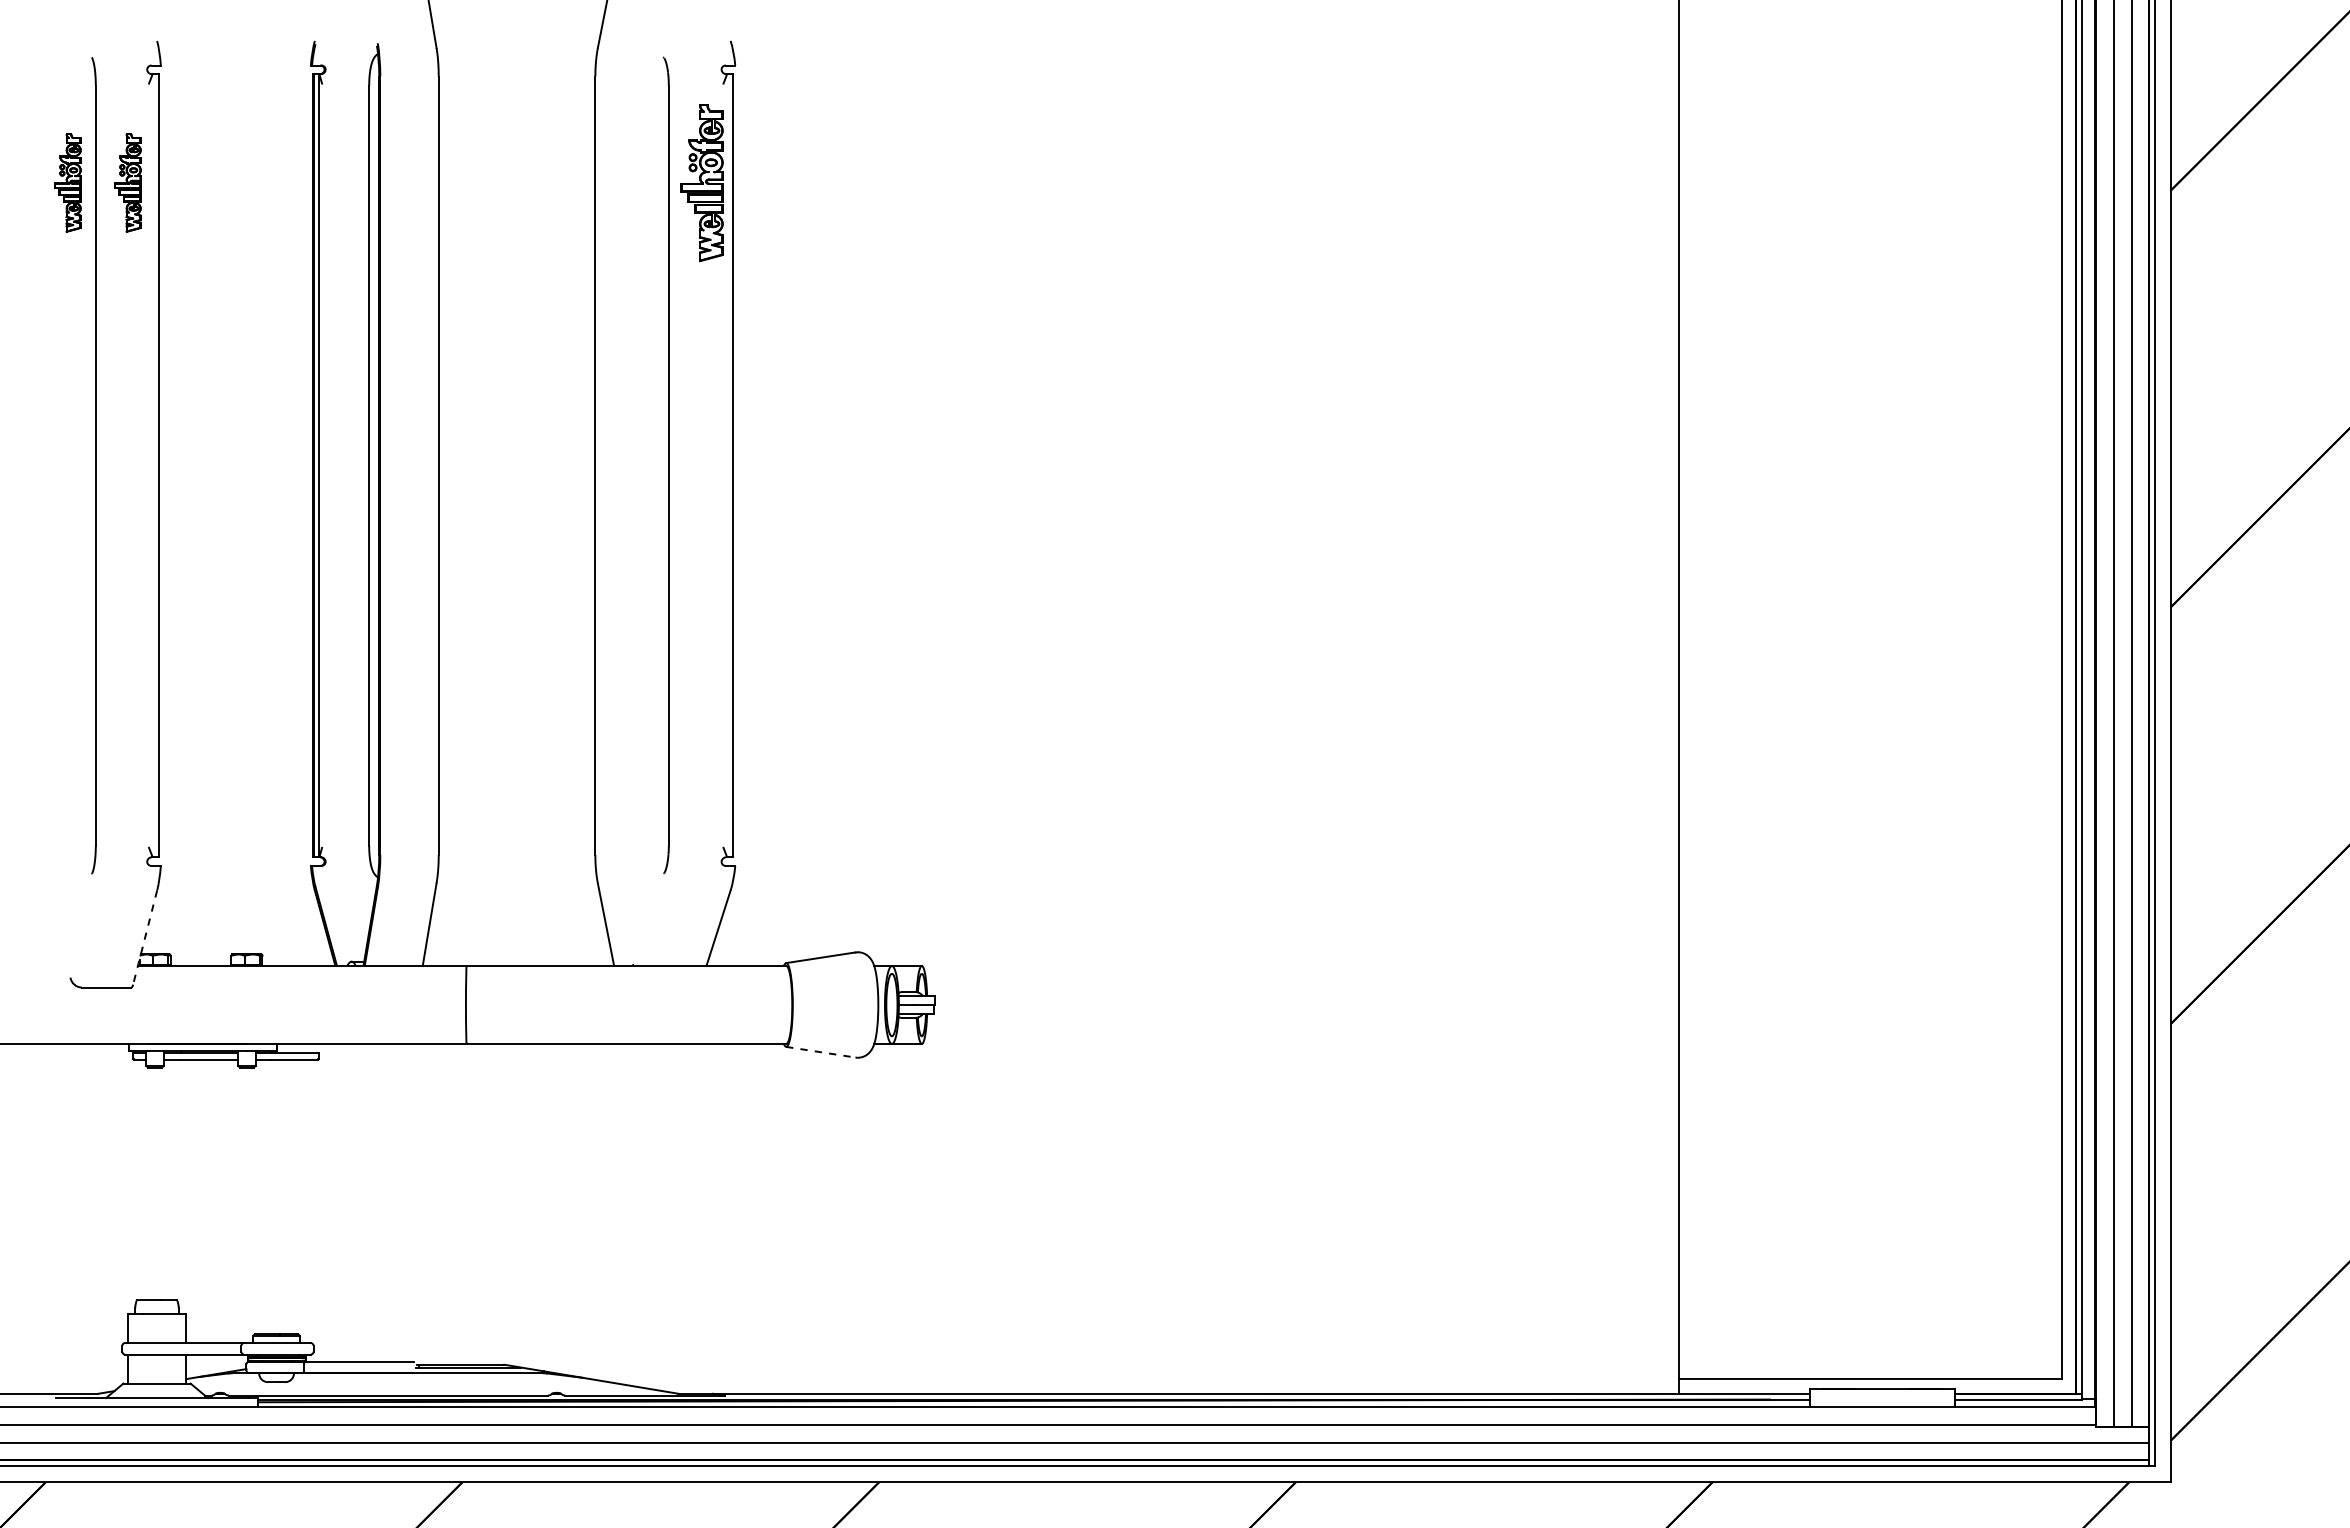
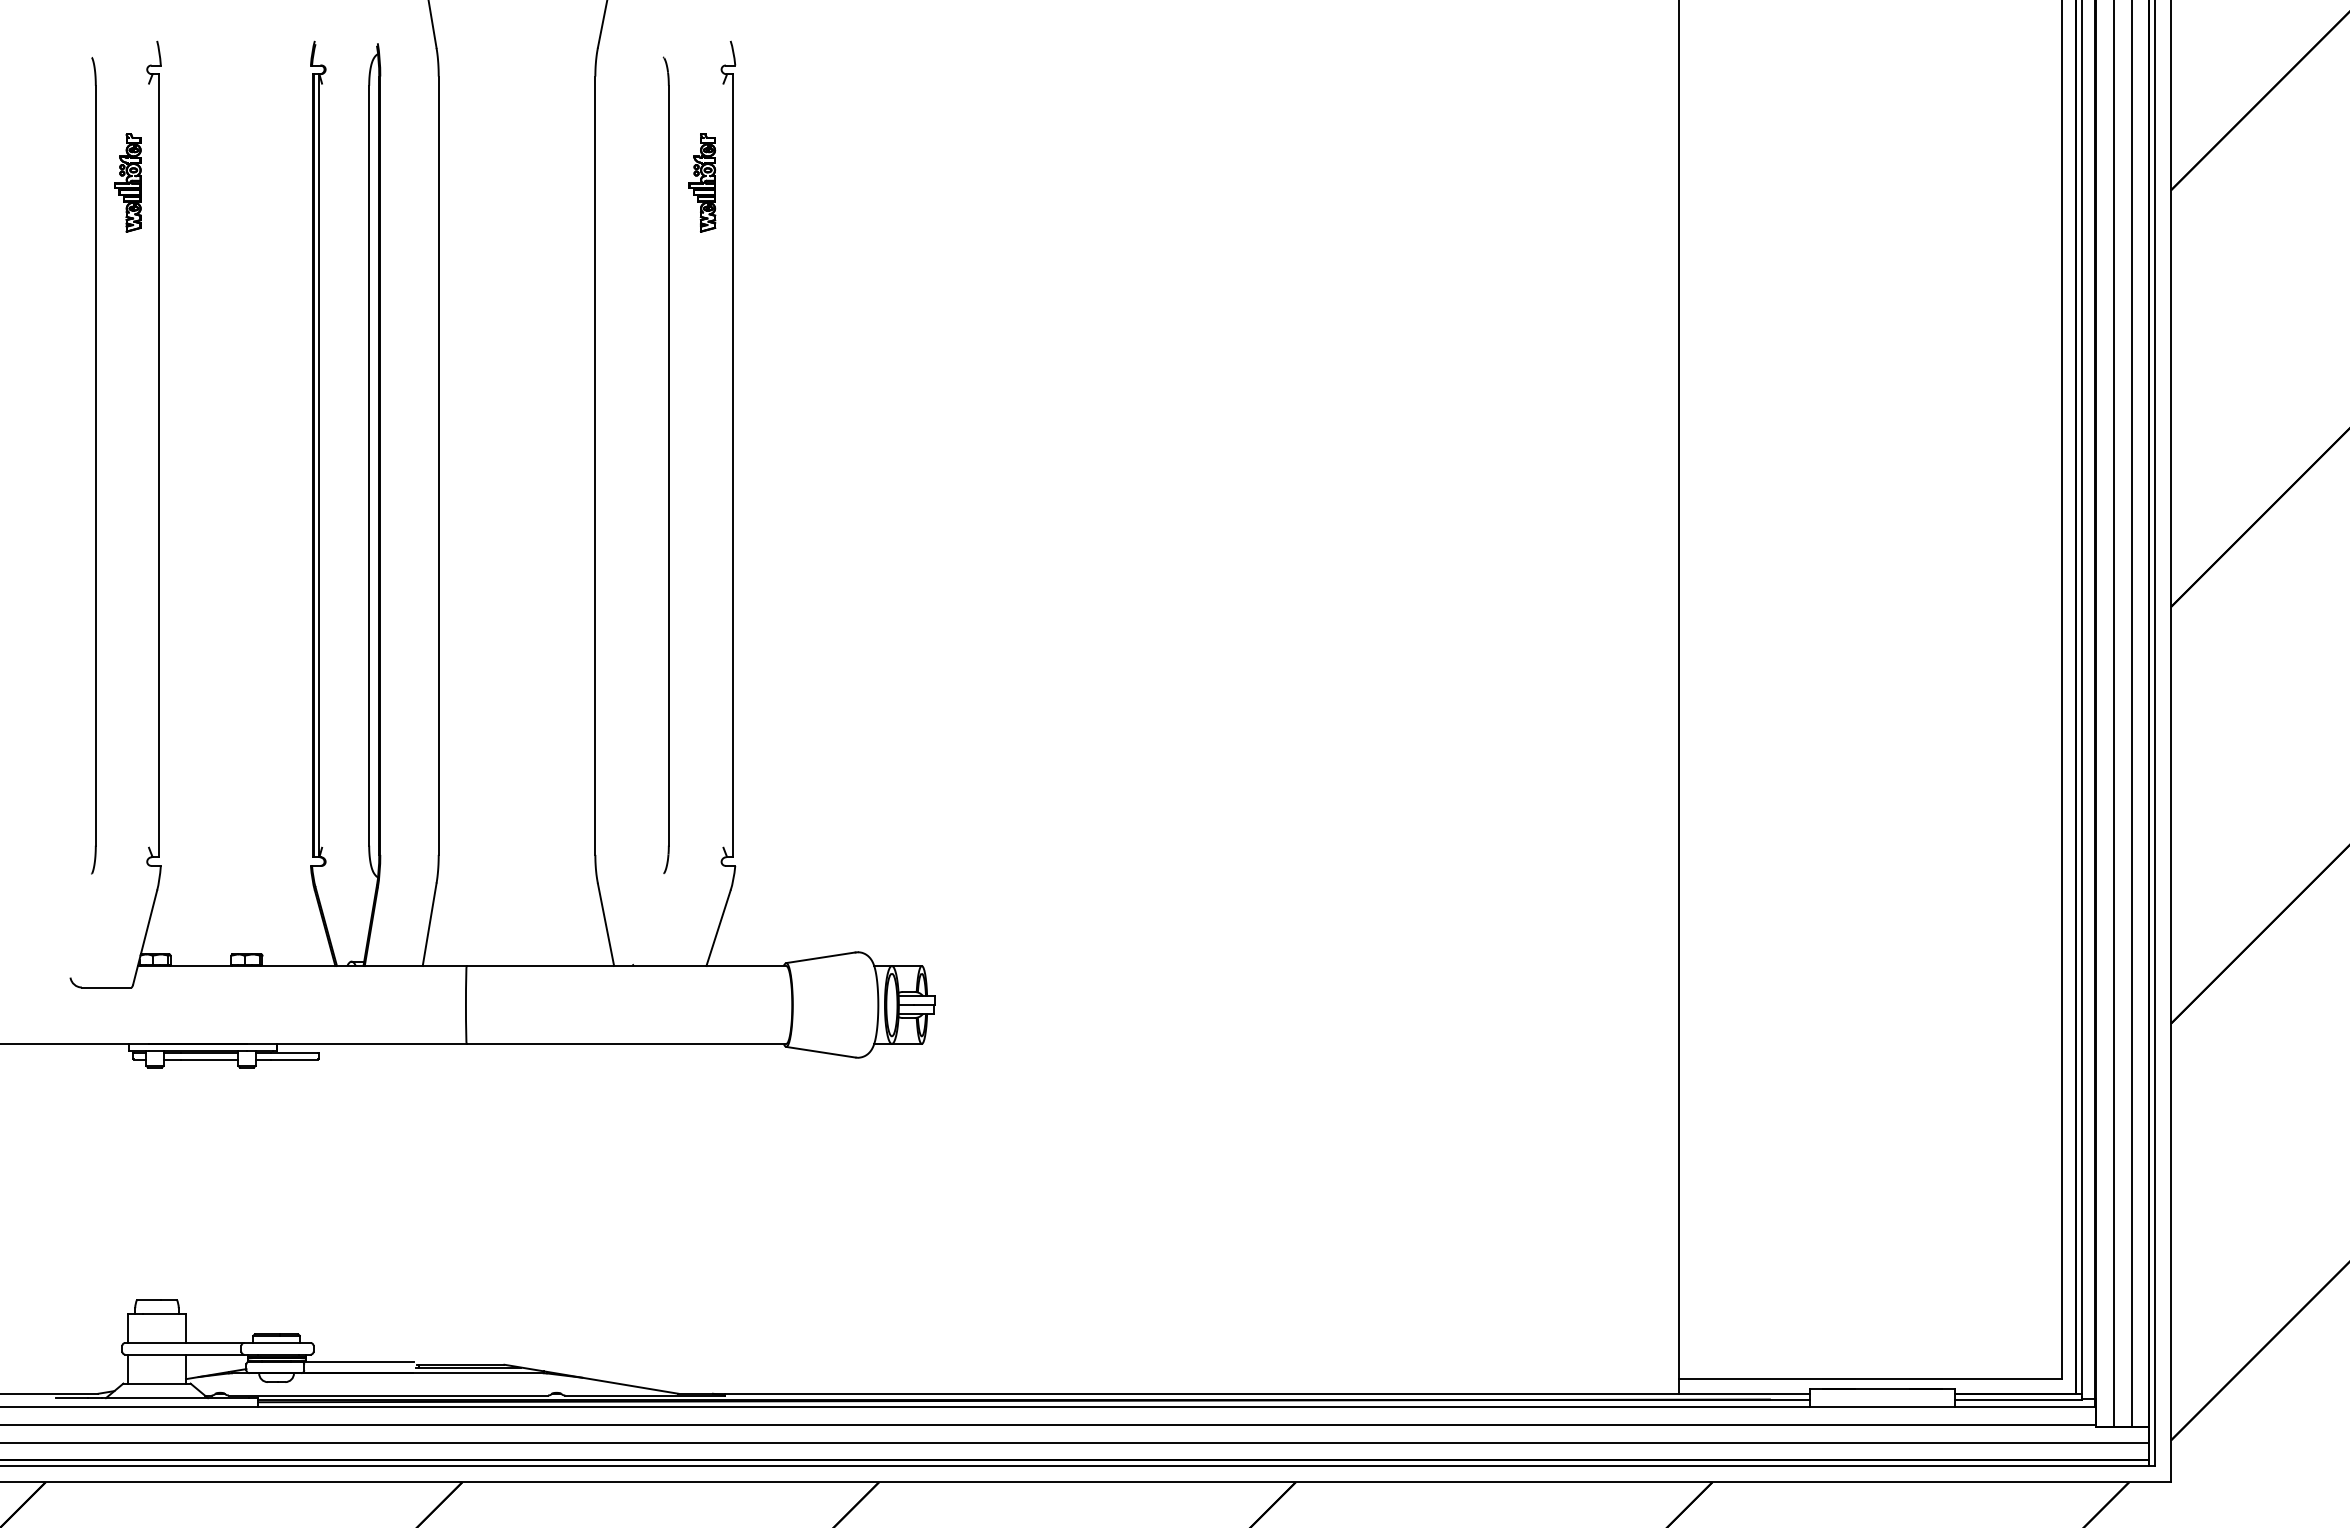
part at (67, 182): present -> none
part at (701, 183) size: 44x159 px -> 29x100 px
line at (145, 937): dashed -> solid
line at (821, 1052): dashed -> solid
